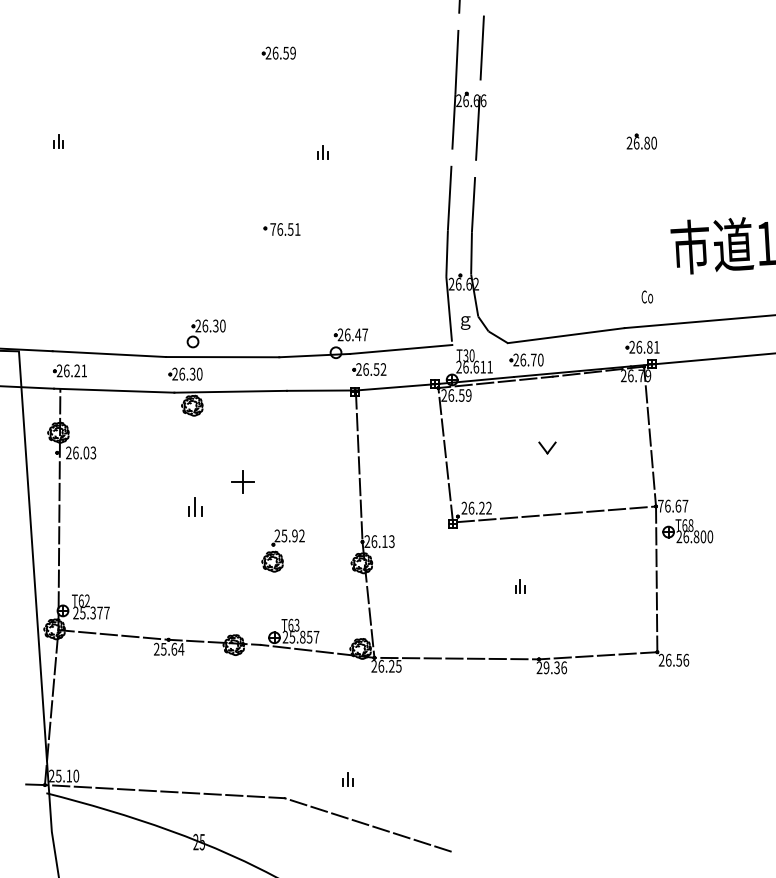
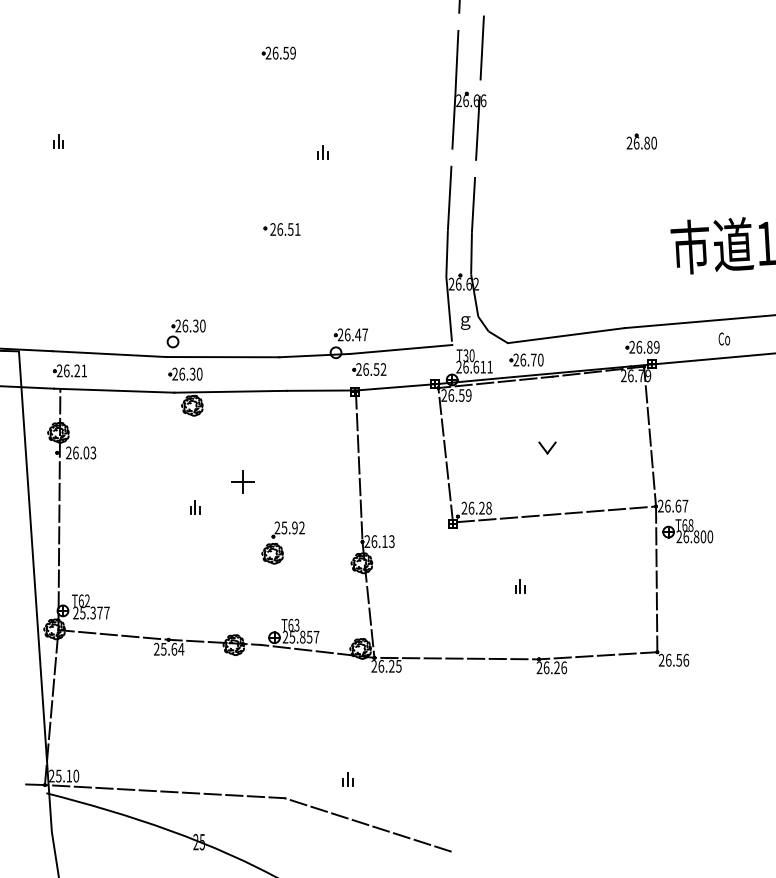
text at (273, 229): 76.51 -> 26.51
text at (647, 296) position: (647, 296) -> (724, 338)
part at (205, 333) position: (205, 333) -> (185, 333)
text at (656, 346): 26.81 -> 26.89
text at (660, 505): 76.67 -> 26.67
part at (195, 506) size: 15x20 px -> 11x15 px
text at (488, 507): 26.22 -> 26.28
part at (282, 550) position: (282, 550) -> (282, 542)
text at (551, 667): 29.36 -> 26.26
